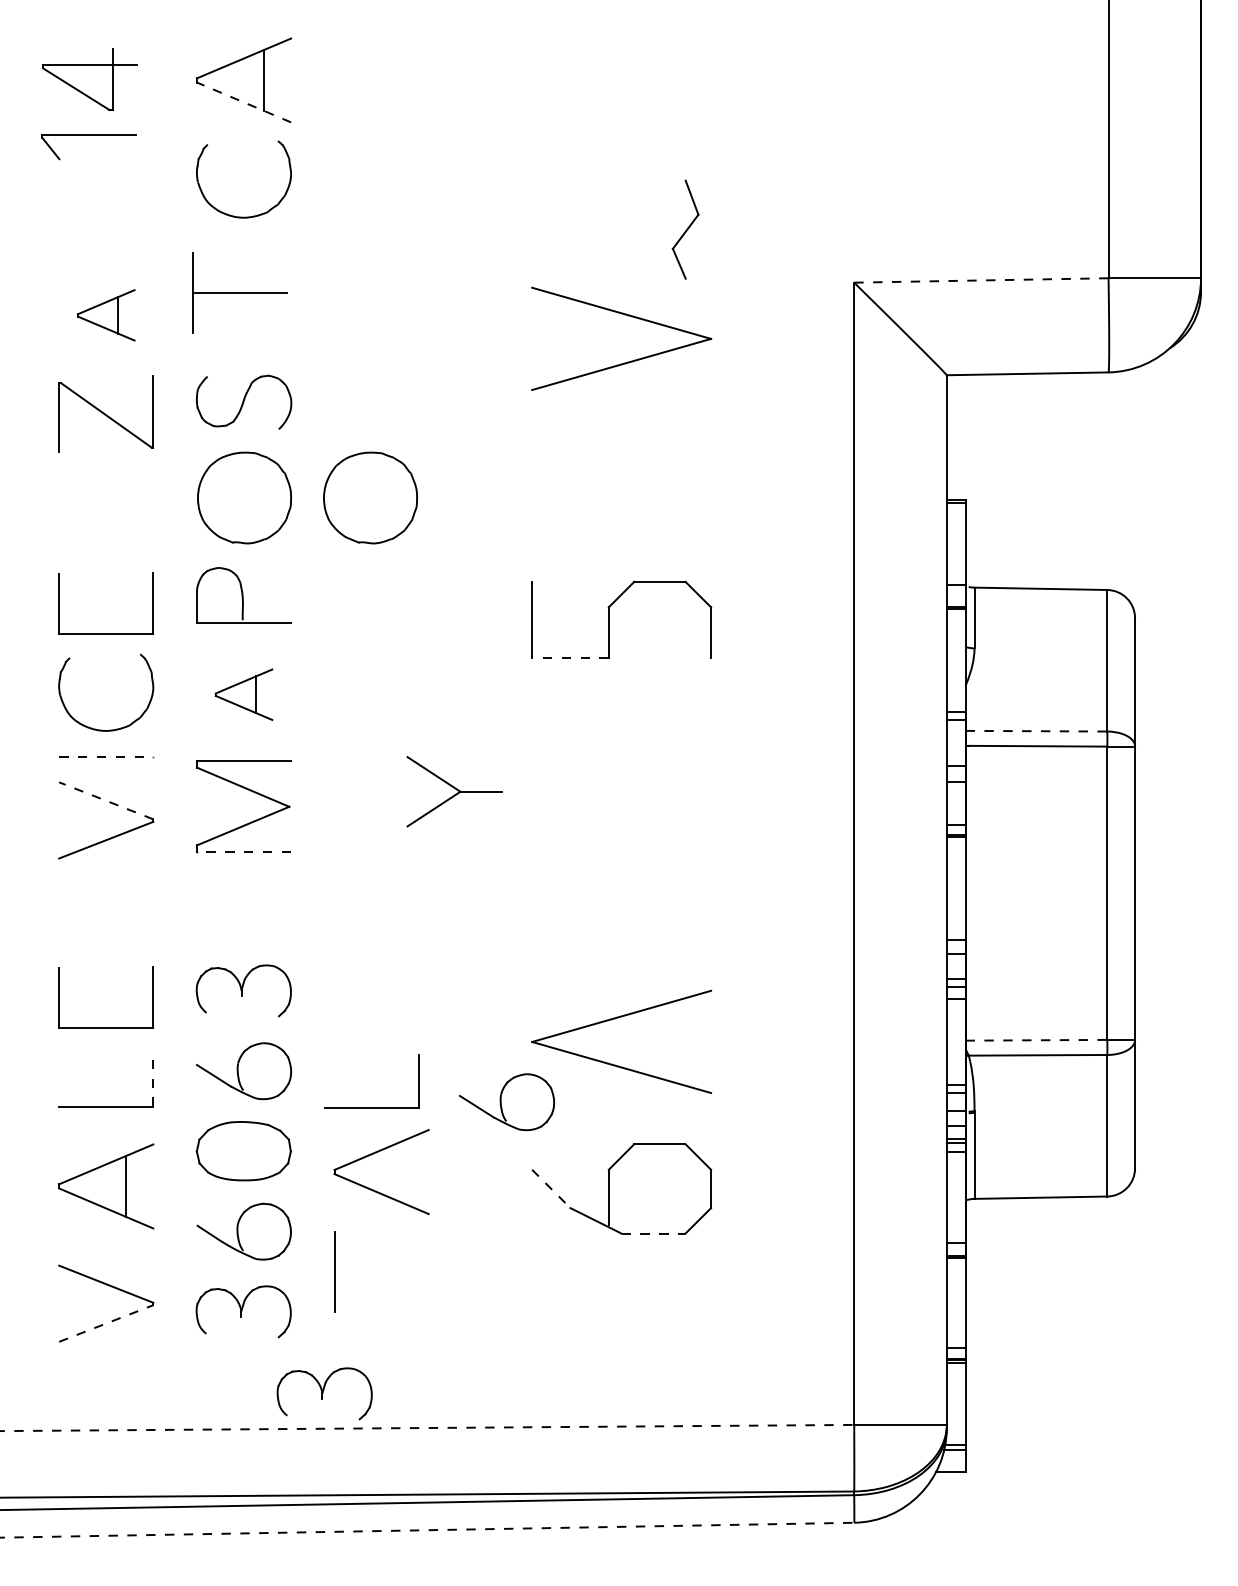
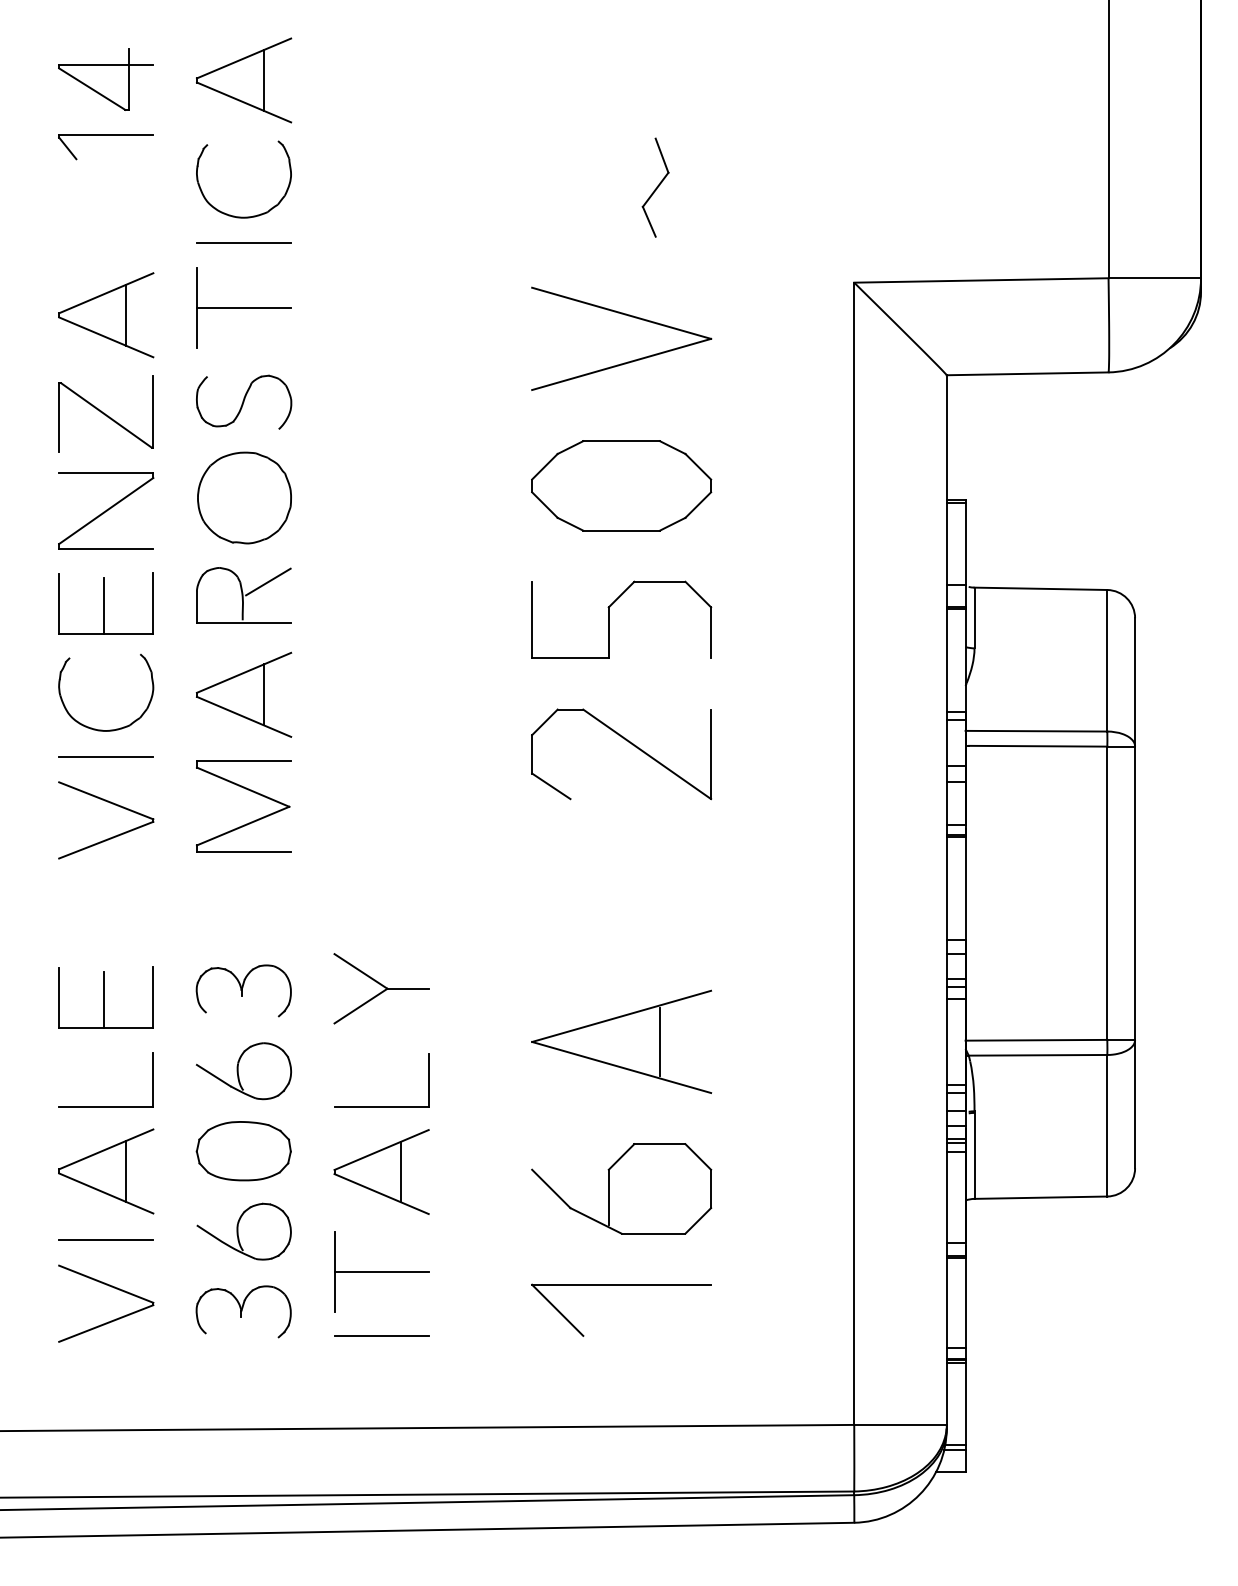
part at (89, 79) position: (89, 79) -> (105, 79)
line at (243, 102): dashed -> solid
part at (88, 135) position: (88, 135) -> (105, 135)
part at (685, 229) position: (685, 229) -> (655, 187)
line at (243, 243): none -> present
line at (981, 280): dashed -> solid
part at (239, 292) position: (239, 292) -> (243, 307)
part at (106, 315) size: 59x53 px -> 97x87 px
part at (621, 485): none -> present
part at (370, 497): present -> none
part at (106, 510): none -> present
line at (268, 581): none -> present
line at (103, 605): none -> present
line at (569, 658): dashed -> solid
part at (243, 694) size: 60x53 px -> 98x87 px
line at (1036, 731): dashed -> solid
part at (629, 743): none -> present
line at (106, 756): dashed -> solid
part at (454, 791) position: (454, 791) -> (381, 988)
line at (106, 800): dashed -> solid
line at (243, 852): dashed -> solid
line at (103, 999): none -> present
line at (1036, 1040): dashed -> solid
line at (659, 1041): none -> present
line at (153, 1079): dashed -> solid
part at (506, 1102): present -> none
part at (371, 1107) position: (371, 1107) -> (381, 1106)
line at (401, 1171): none -> present
part at (106, 1186) position: (106, 1186) -> (106, 1171)
line at (551, 1189): dashed -> solid
line at (653, 1233): dashed -> solid
line at (106, 1240): none -> present
line at (381, 1271): none -> present
part at (621, 1285): none -> present
line at (106, 1323): dashed -> solid
line at (381, 1335): none -> present
part at (324, 1393): present -> none
line at (427, 1428): dashed -> solid
line at (427, 1530): dashed -> solid
